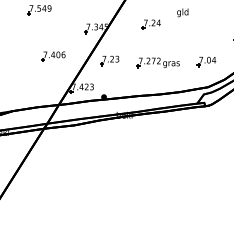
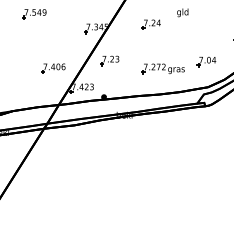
part at (39, 10) position: (39, 10) -> (34, 14)
part at (53, 56) position: (53, 56) -> (53, 68)
part at (157, 62) position: (157, 62) -> (162, 68)
